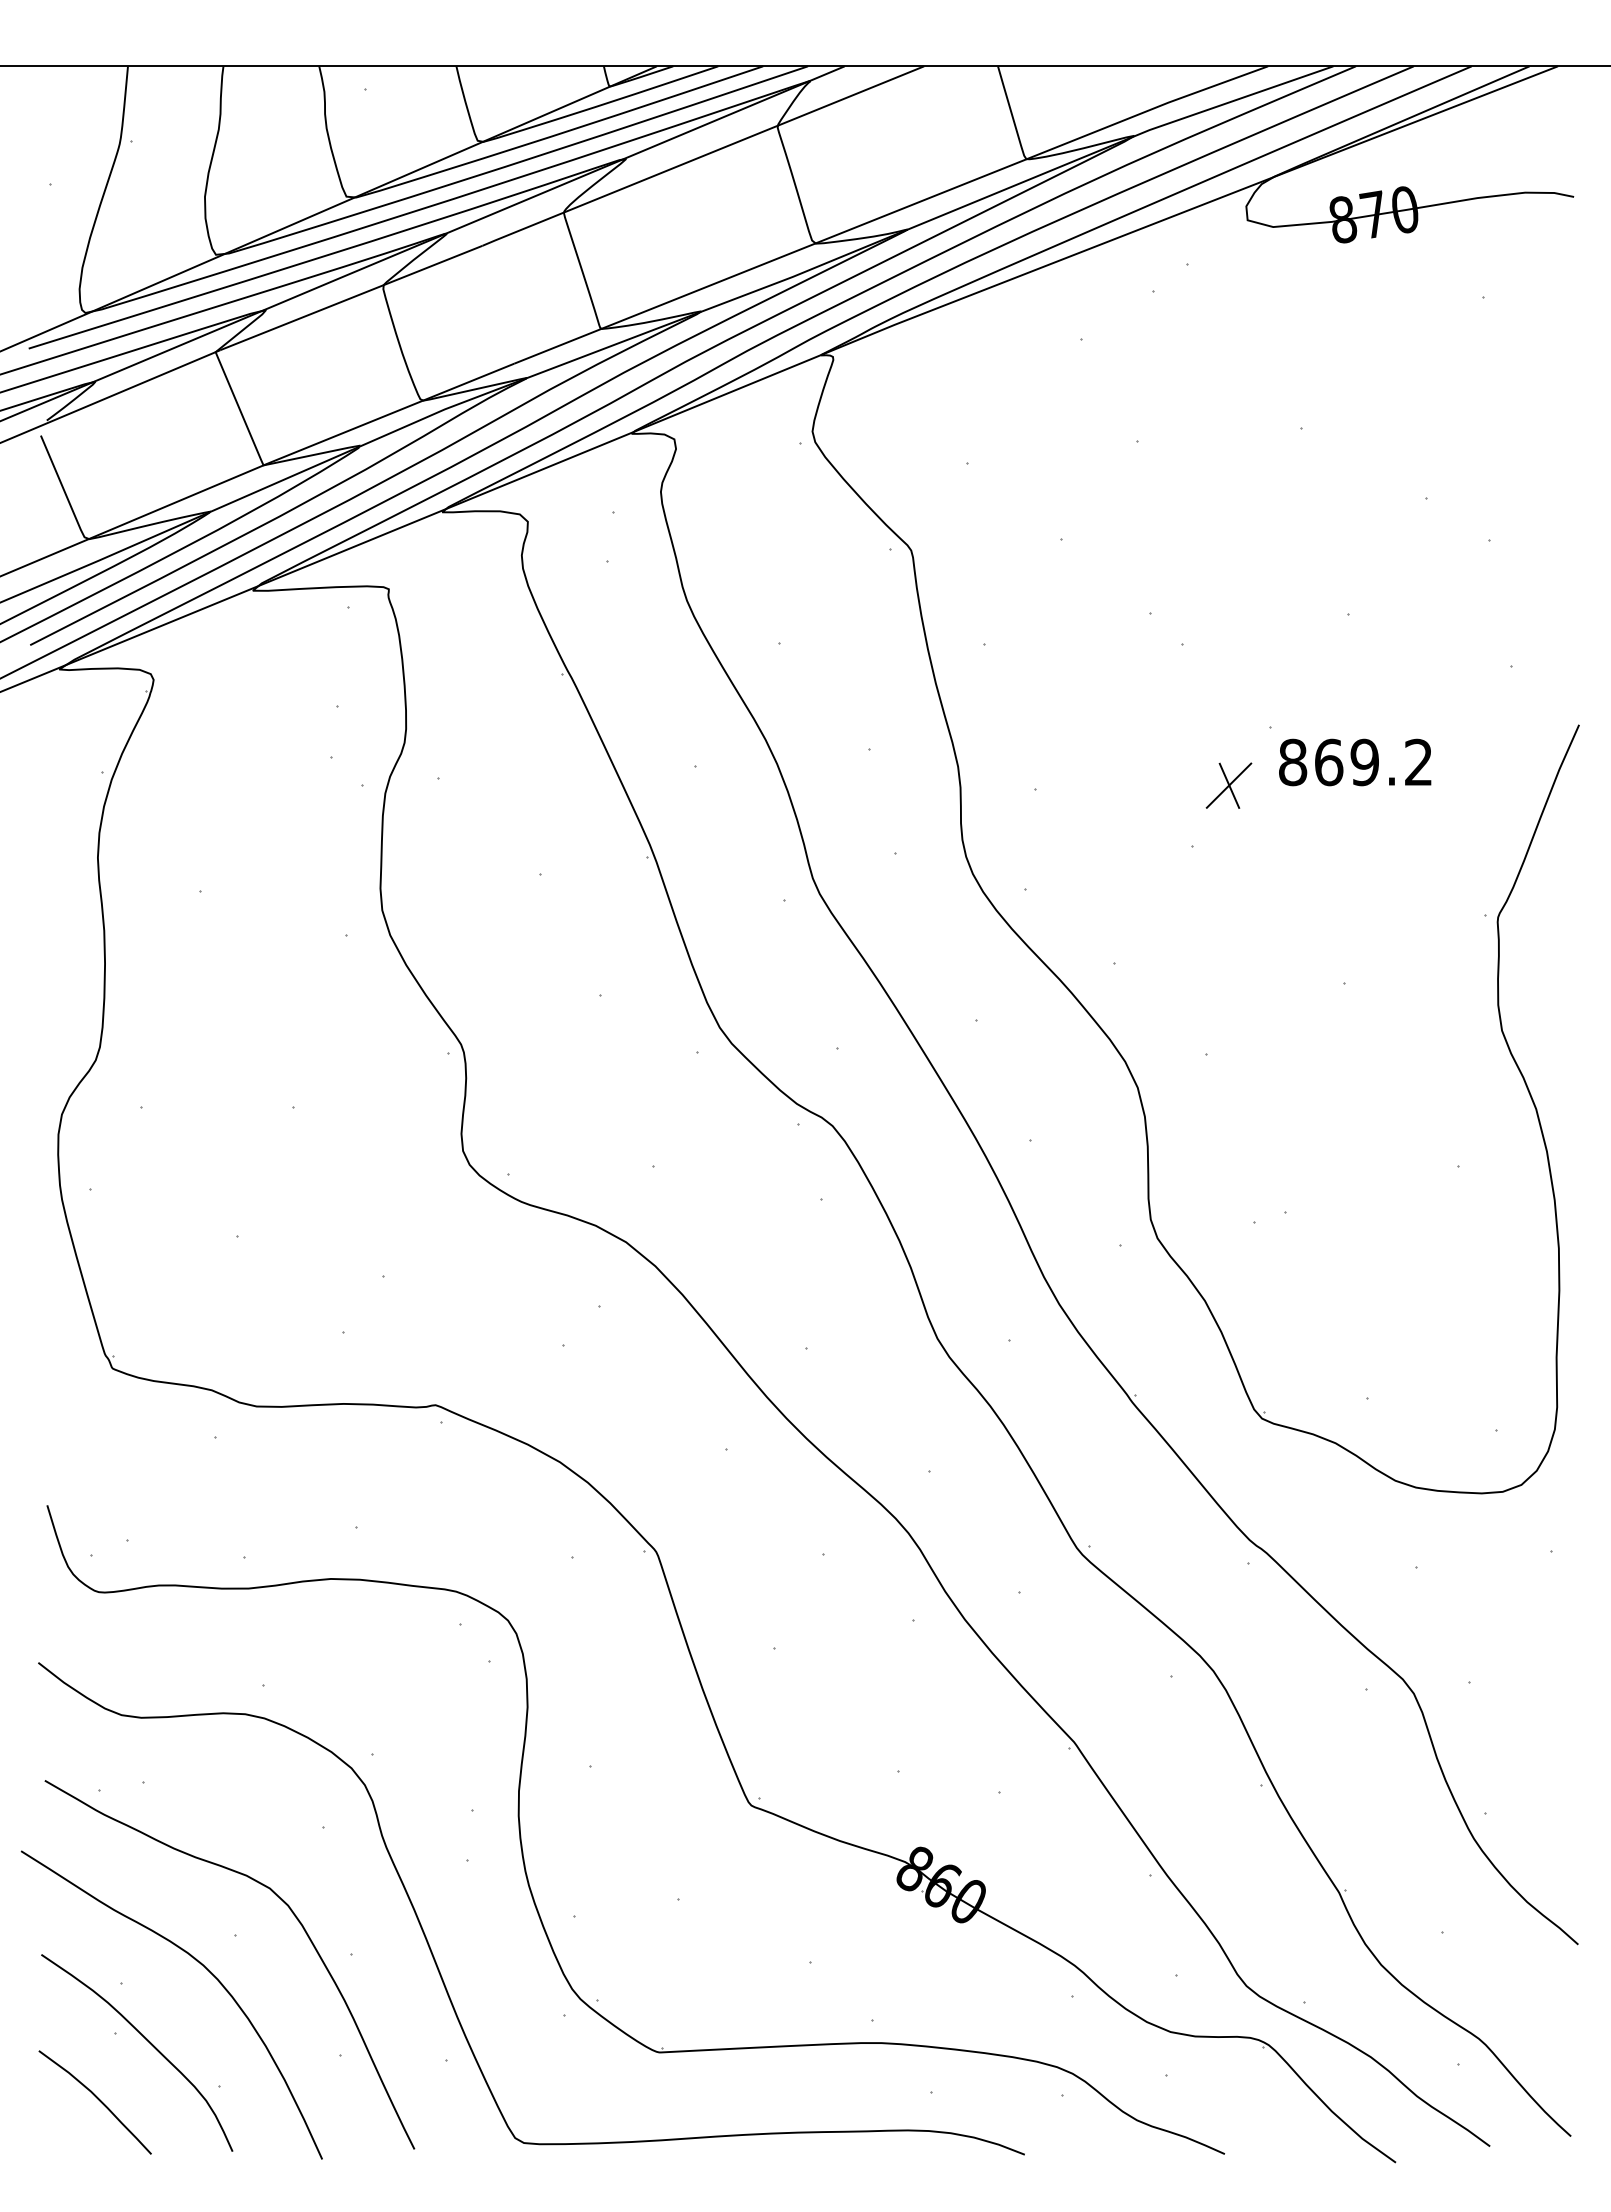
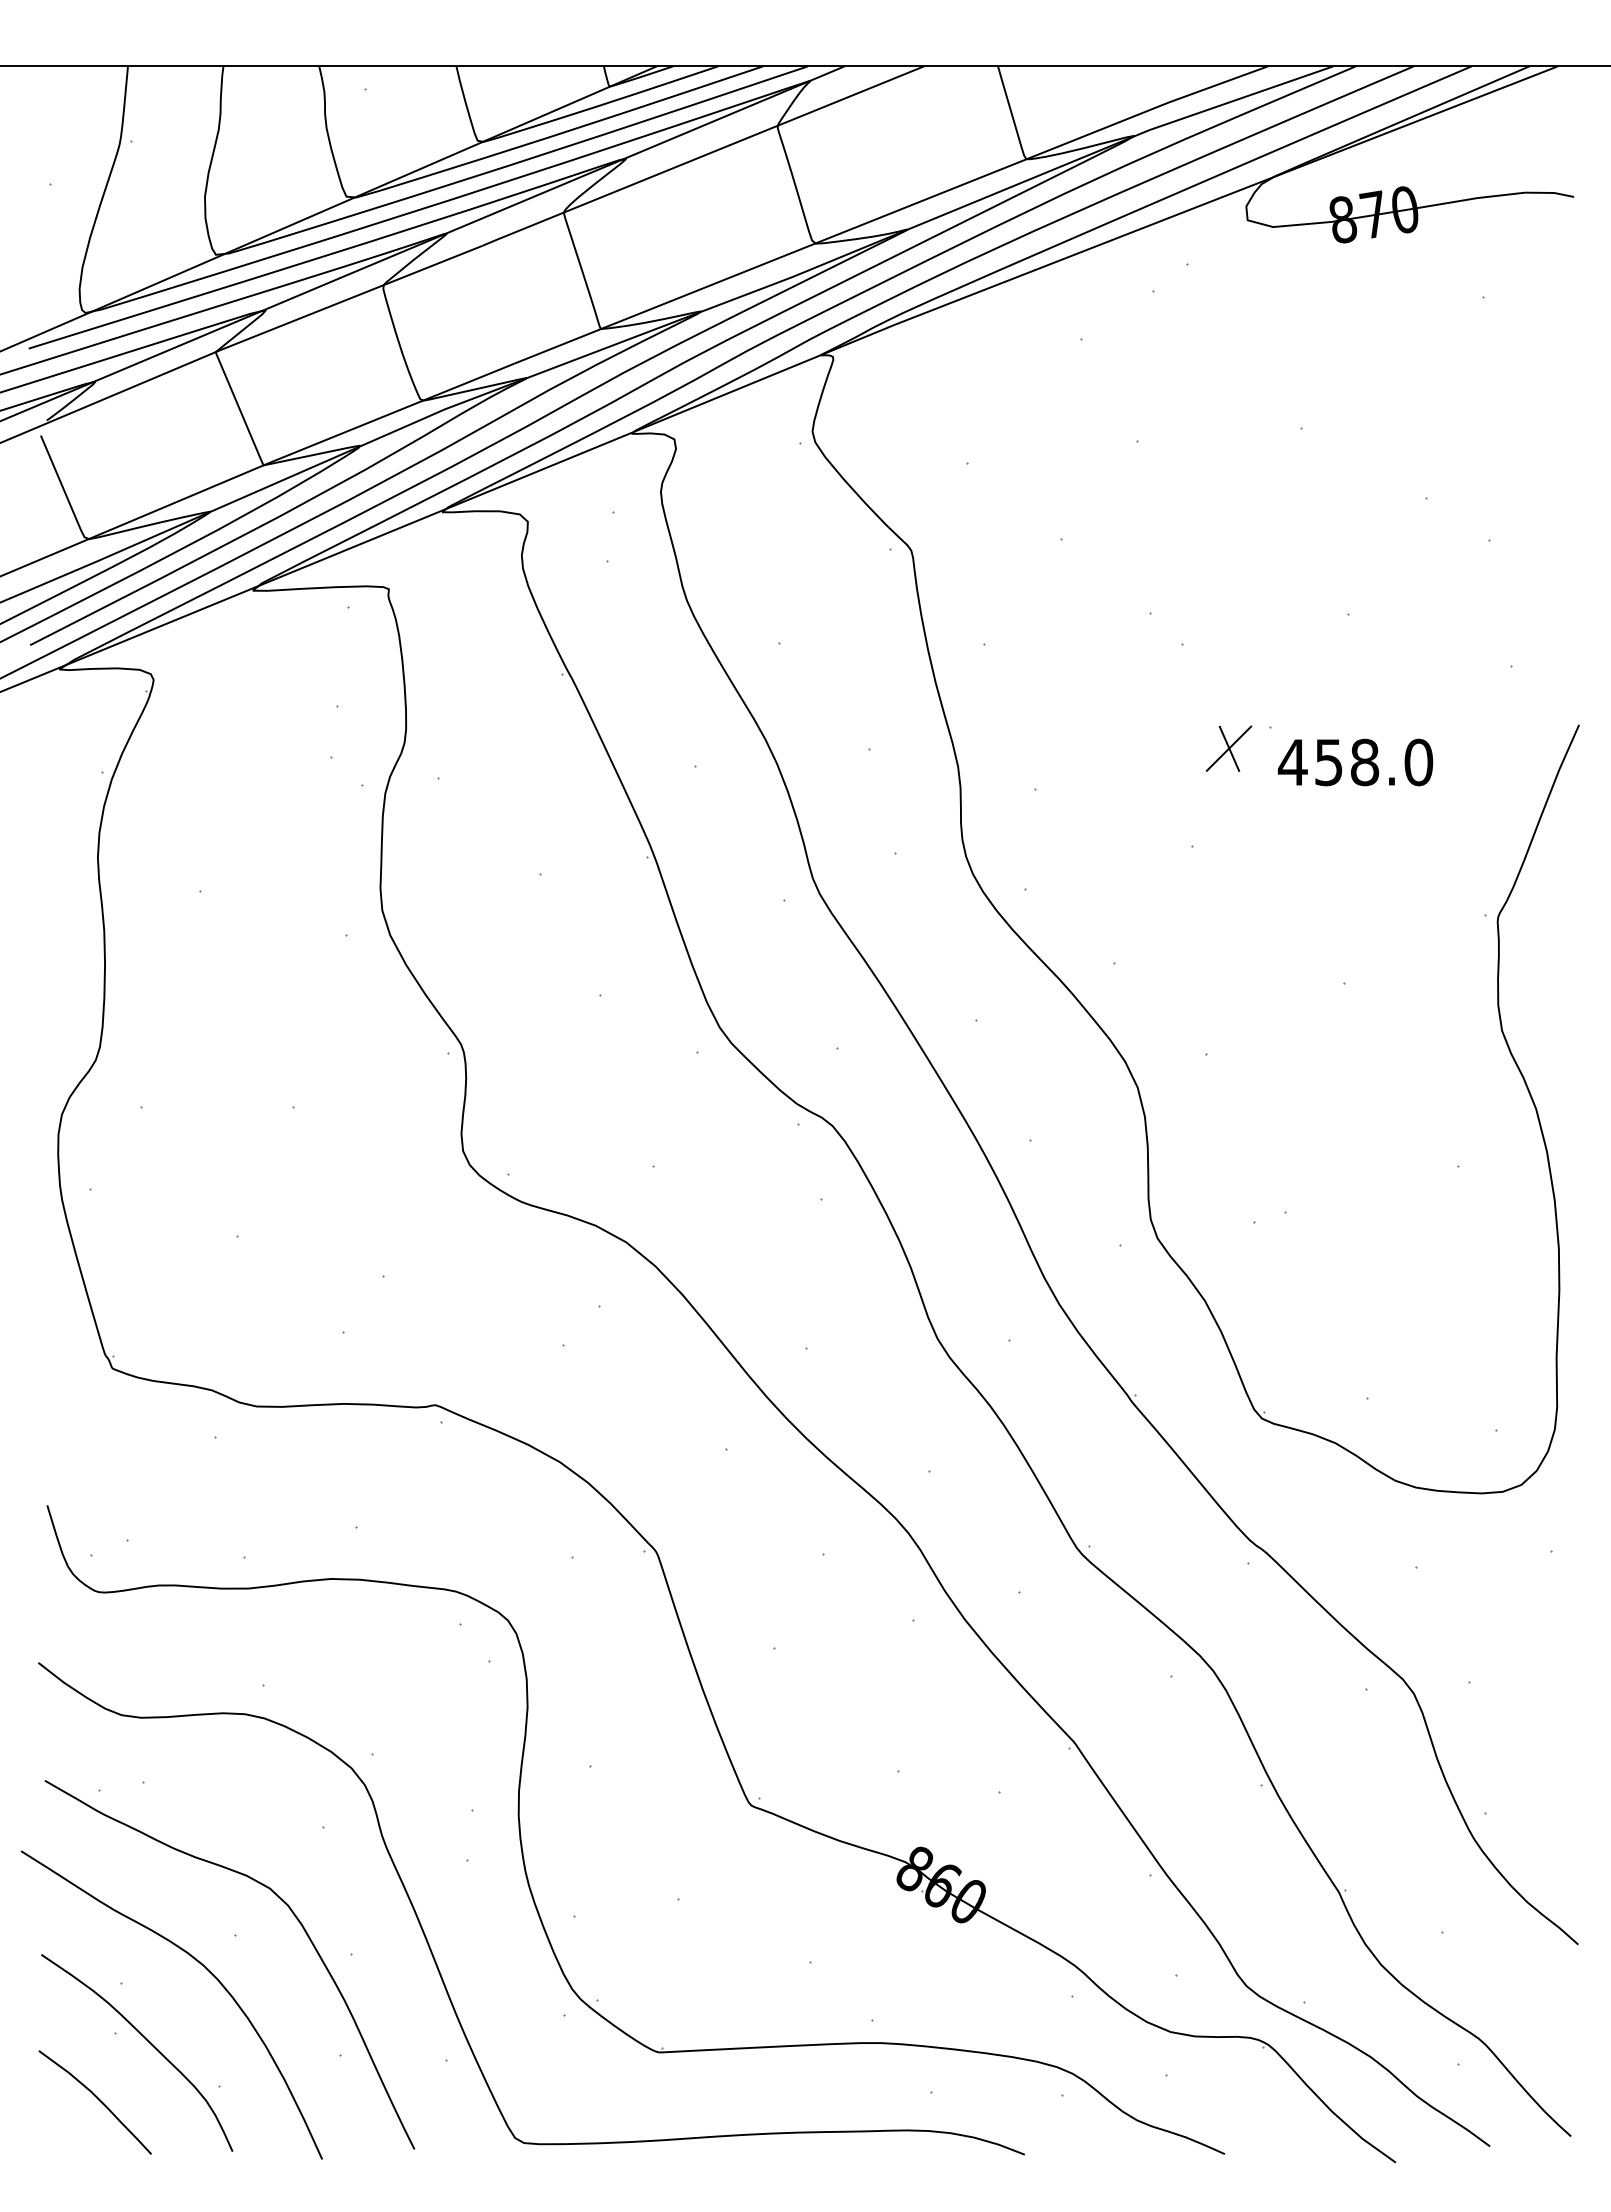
text at (1355, 762): 869.2 -> 458.0
part at (1228, 785) position: (1228, 785) -> (1228, 748)
